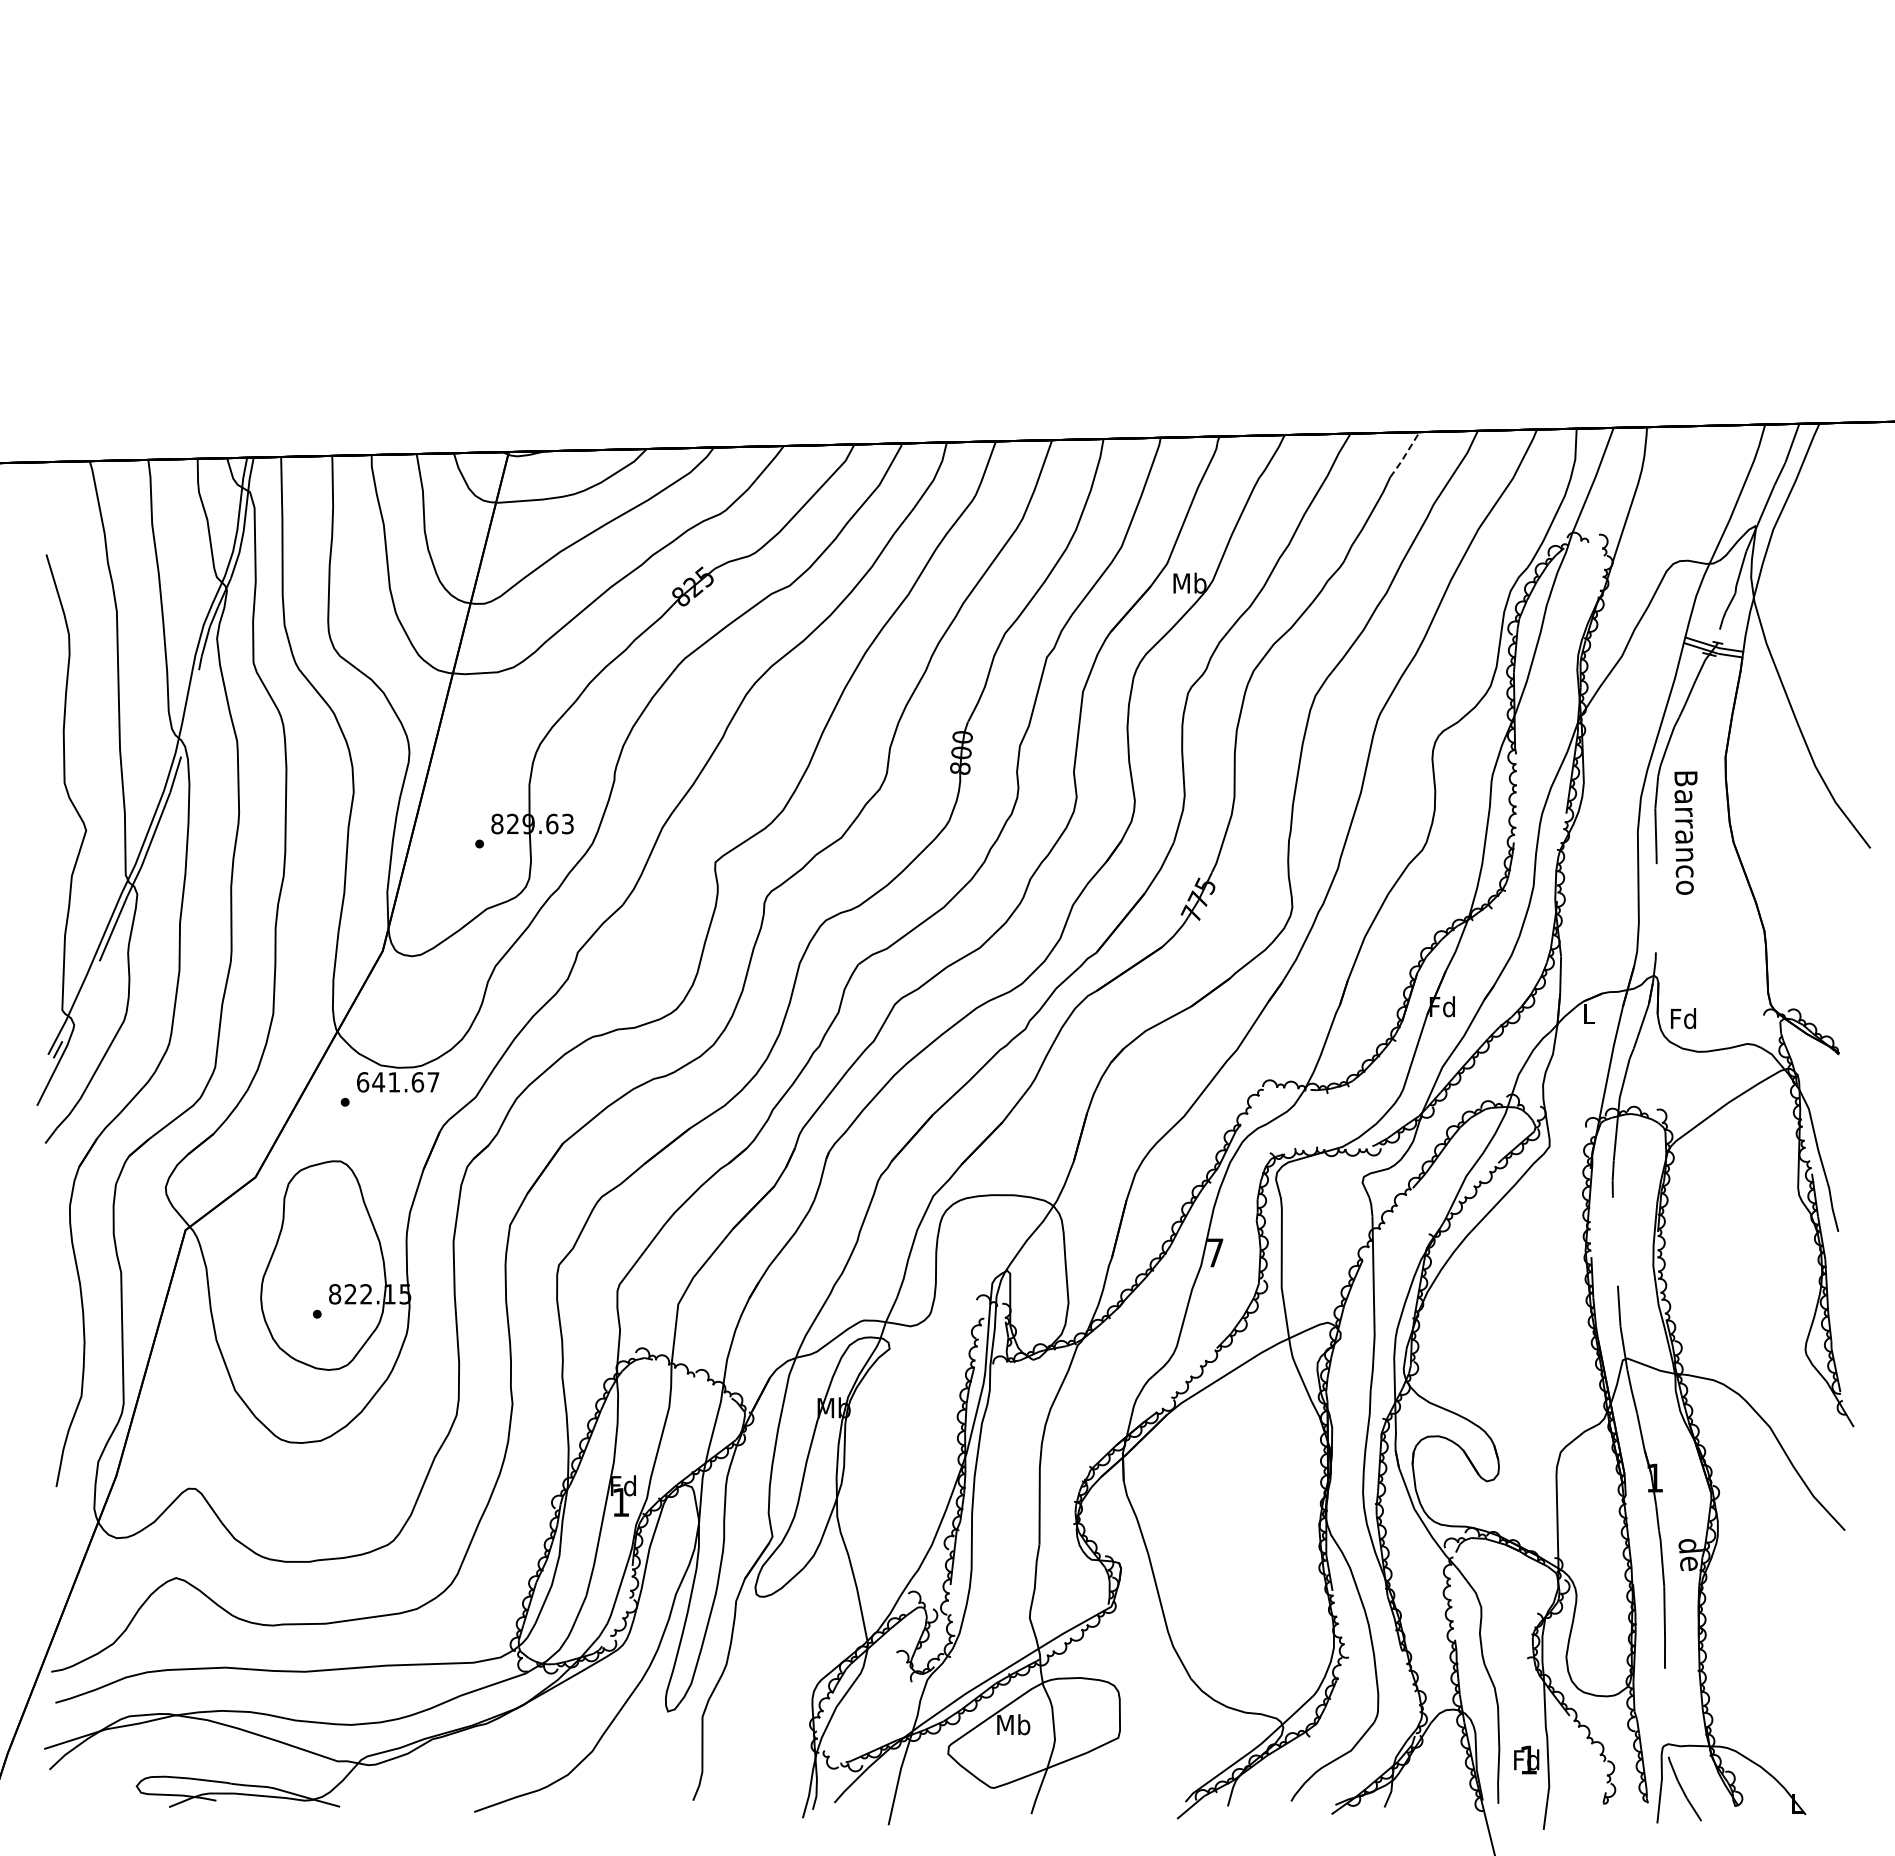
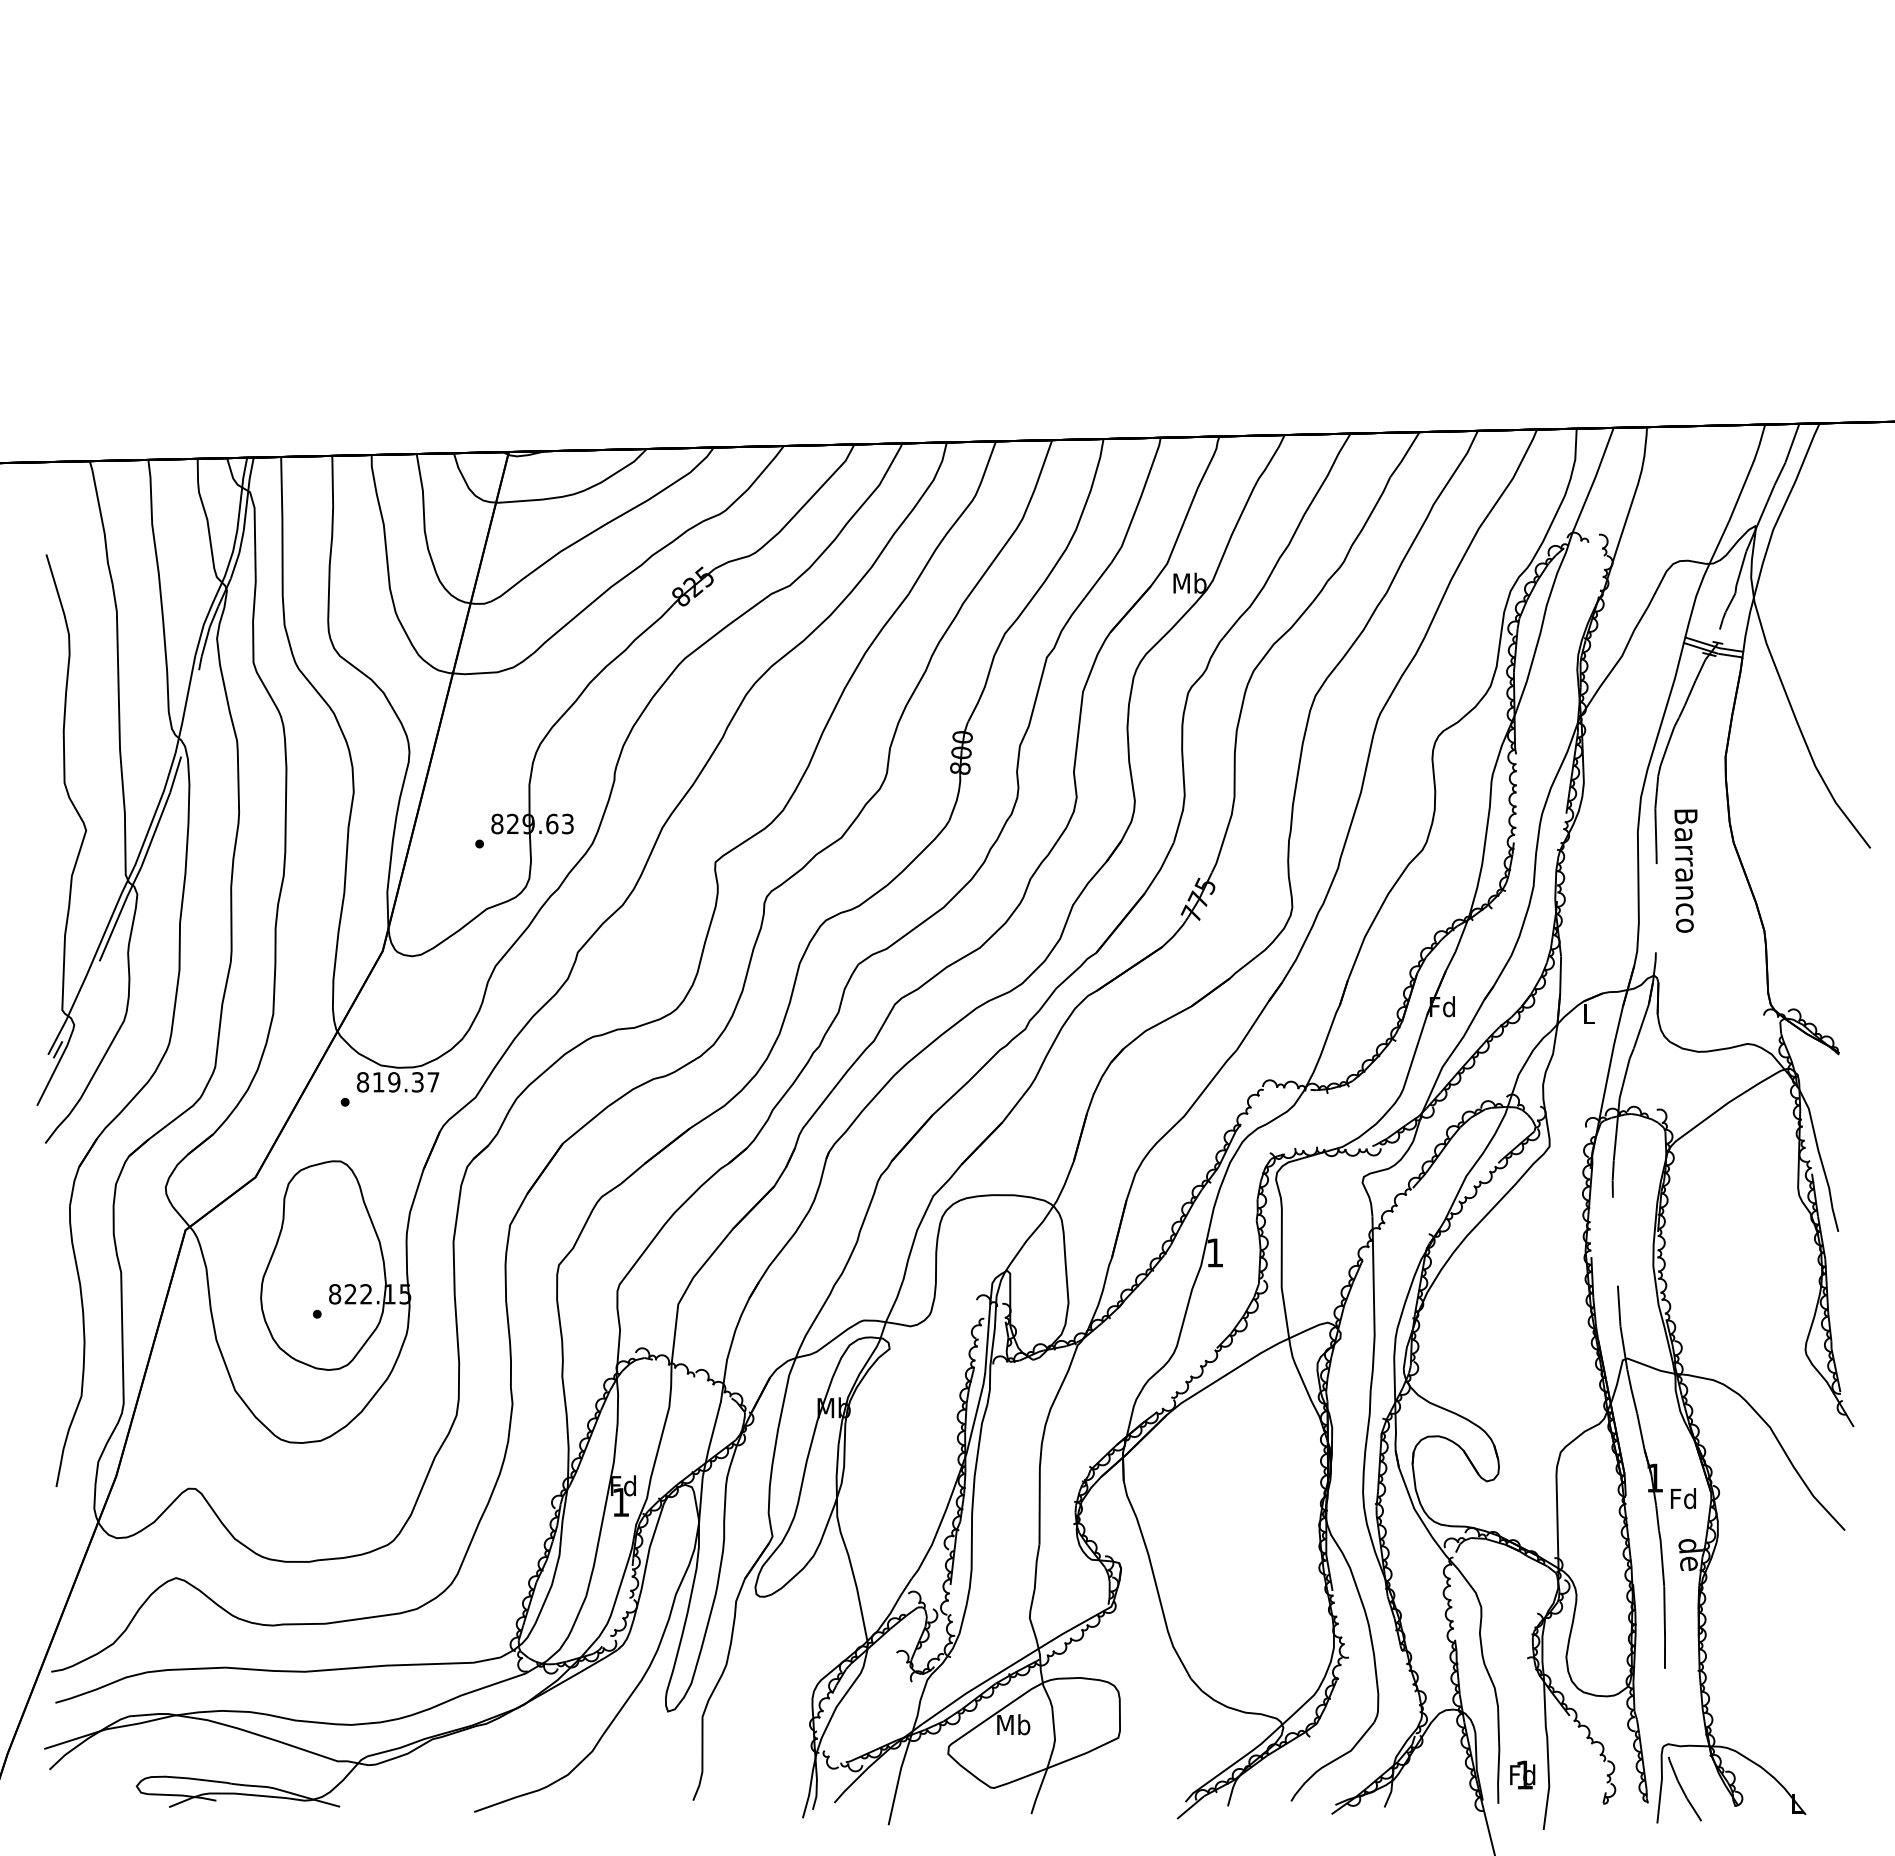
line at (1405, 455): dashed -> solid
text at (1685, 832) position: (1685, 832) -> (1685, 870)
text at (1683, 1018) position: (1683, 1018) -> (1683, 1498)
text at (390, 1082): 641.67 -> 819.37
text at (1215, 1252): 7 -> 1
text at (1526, 1759) position: (1526, 1759) -> (1522, 1774)
